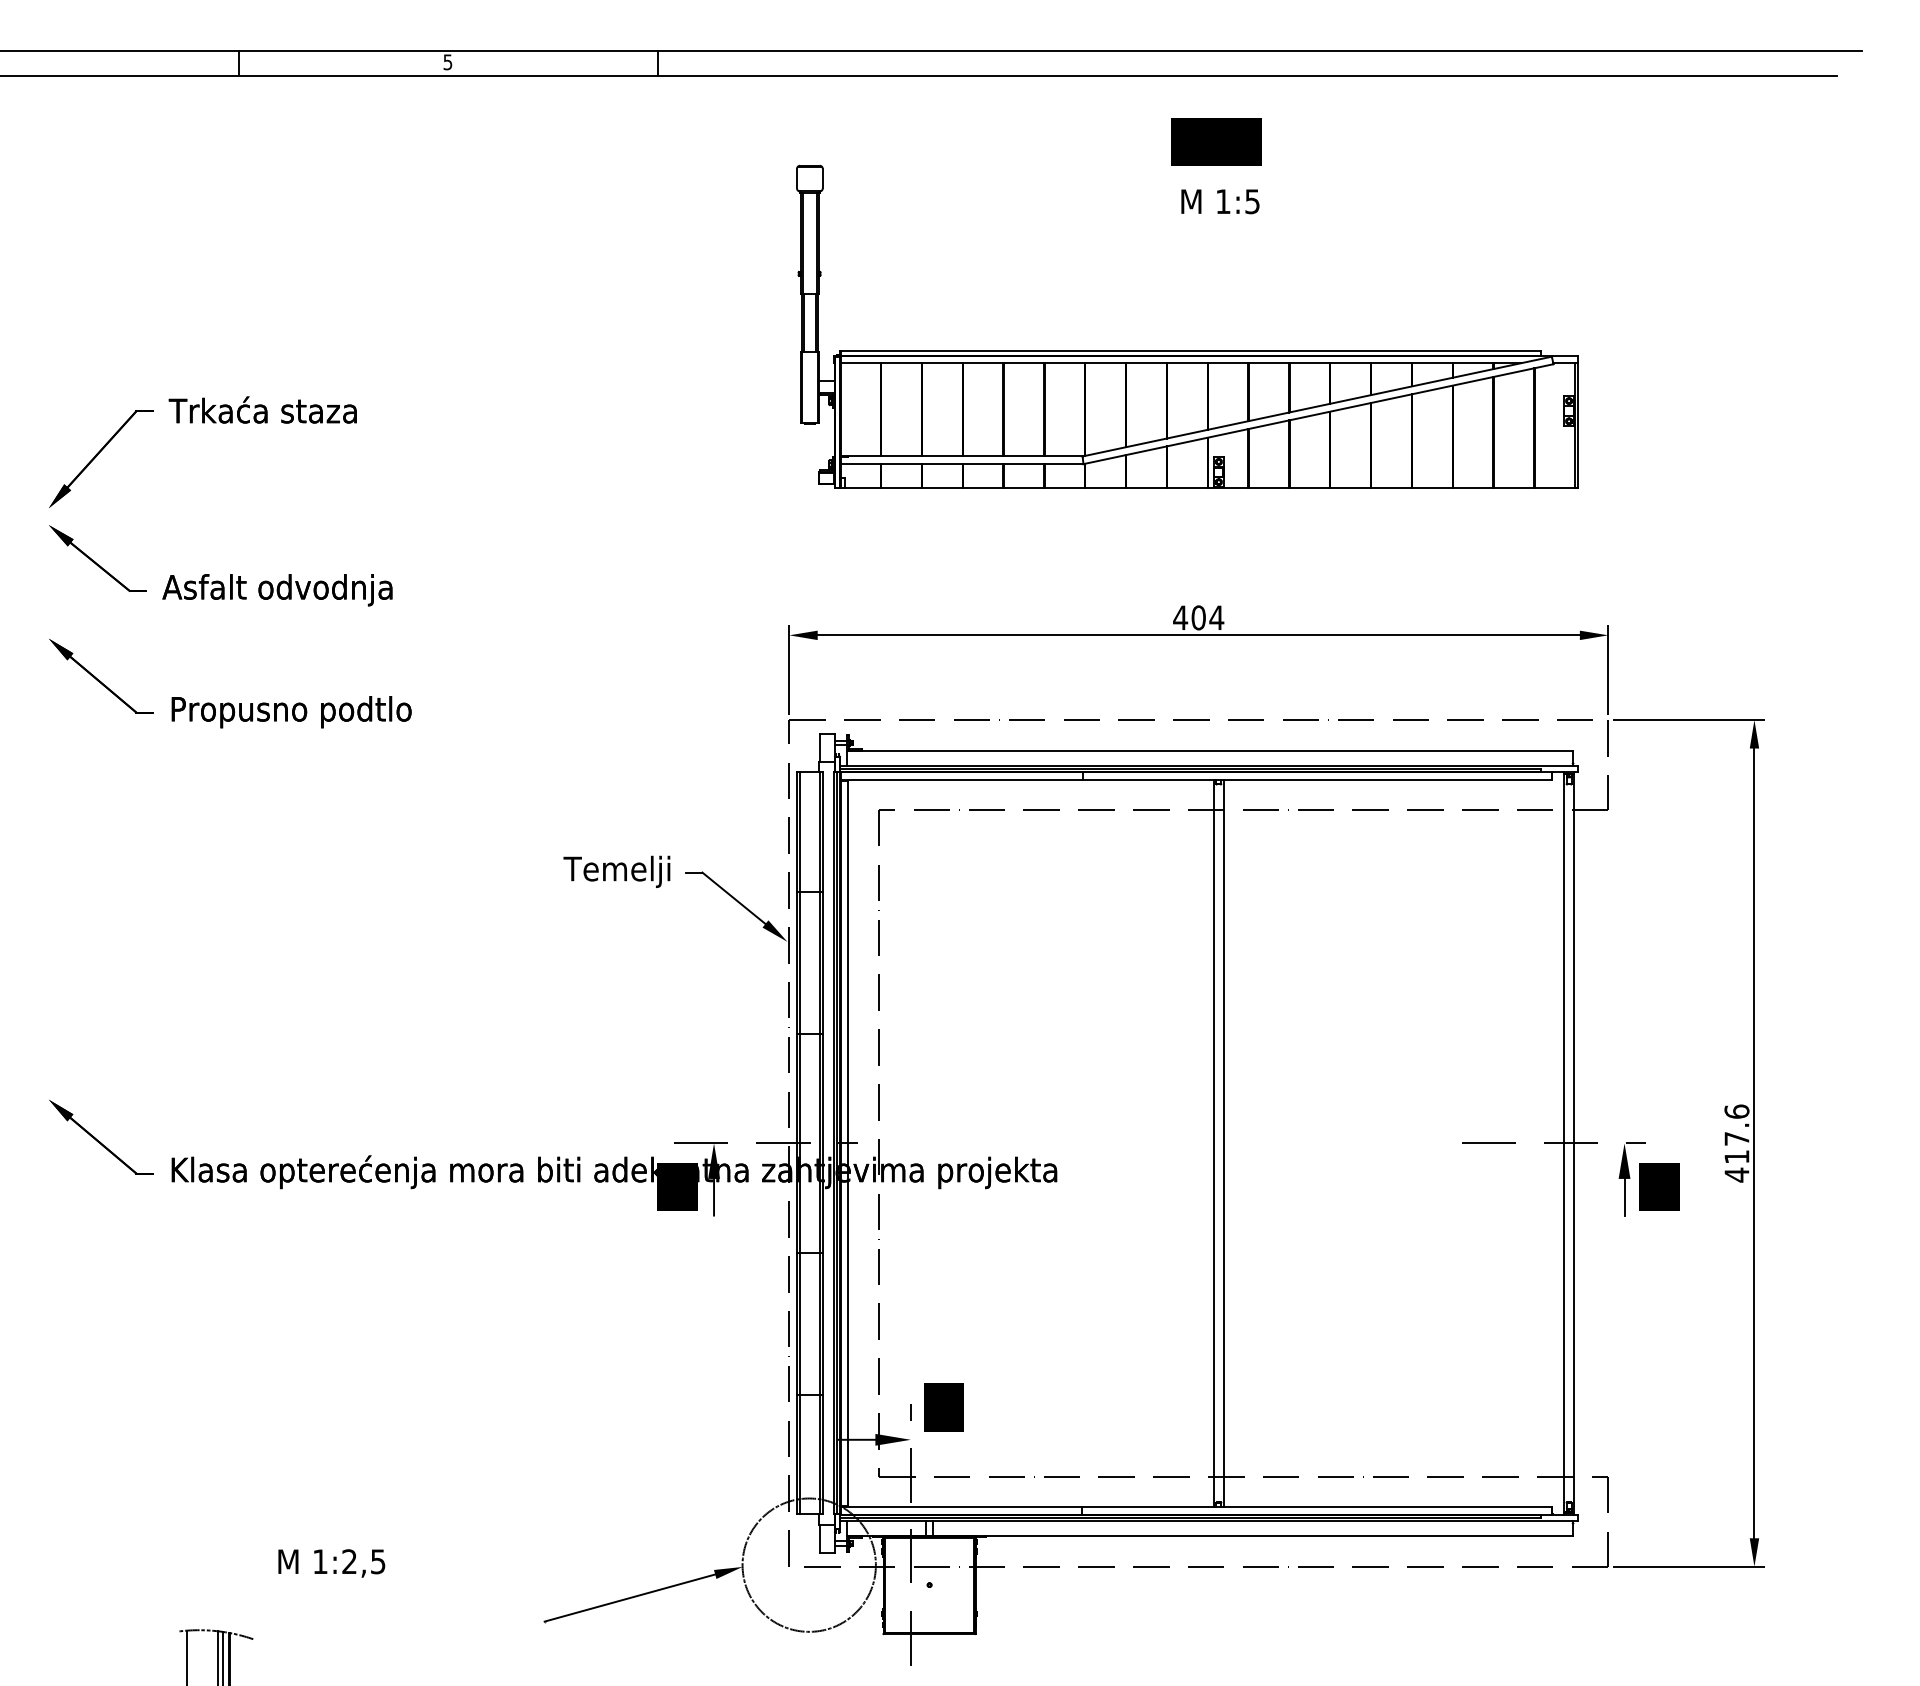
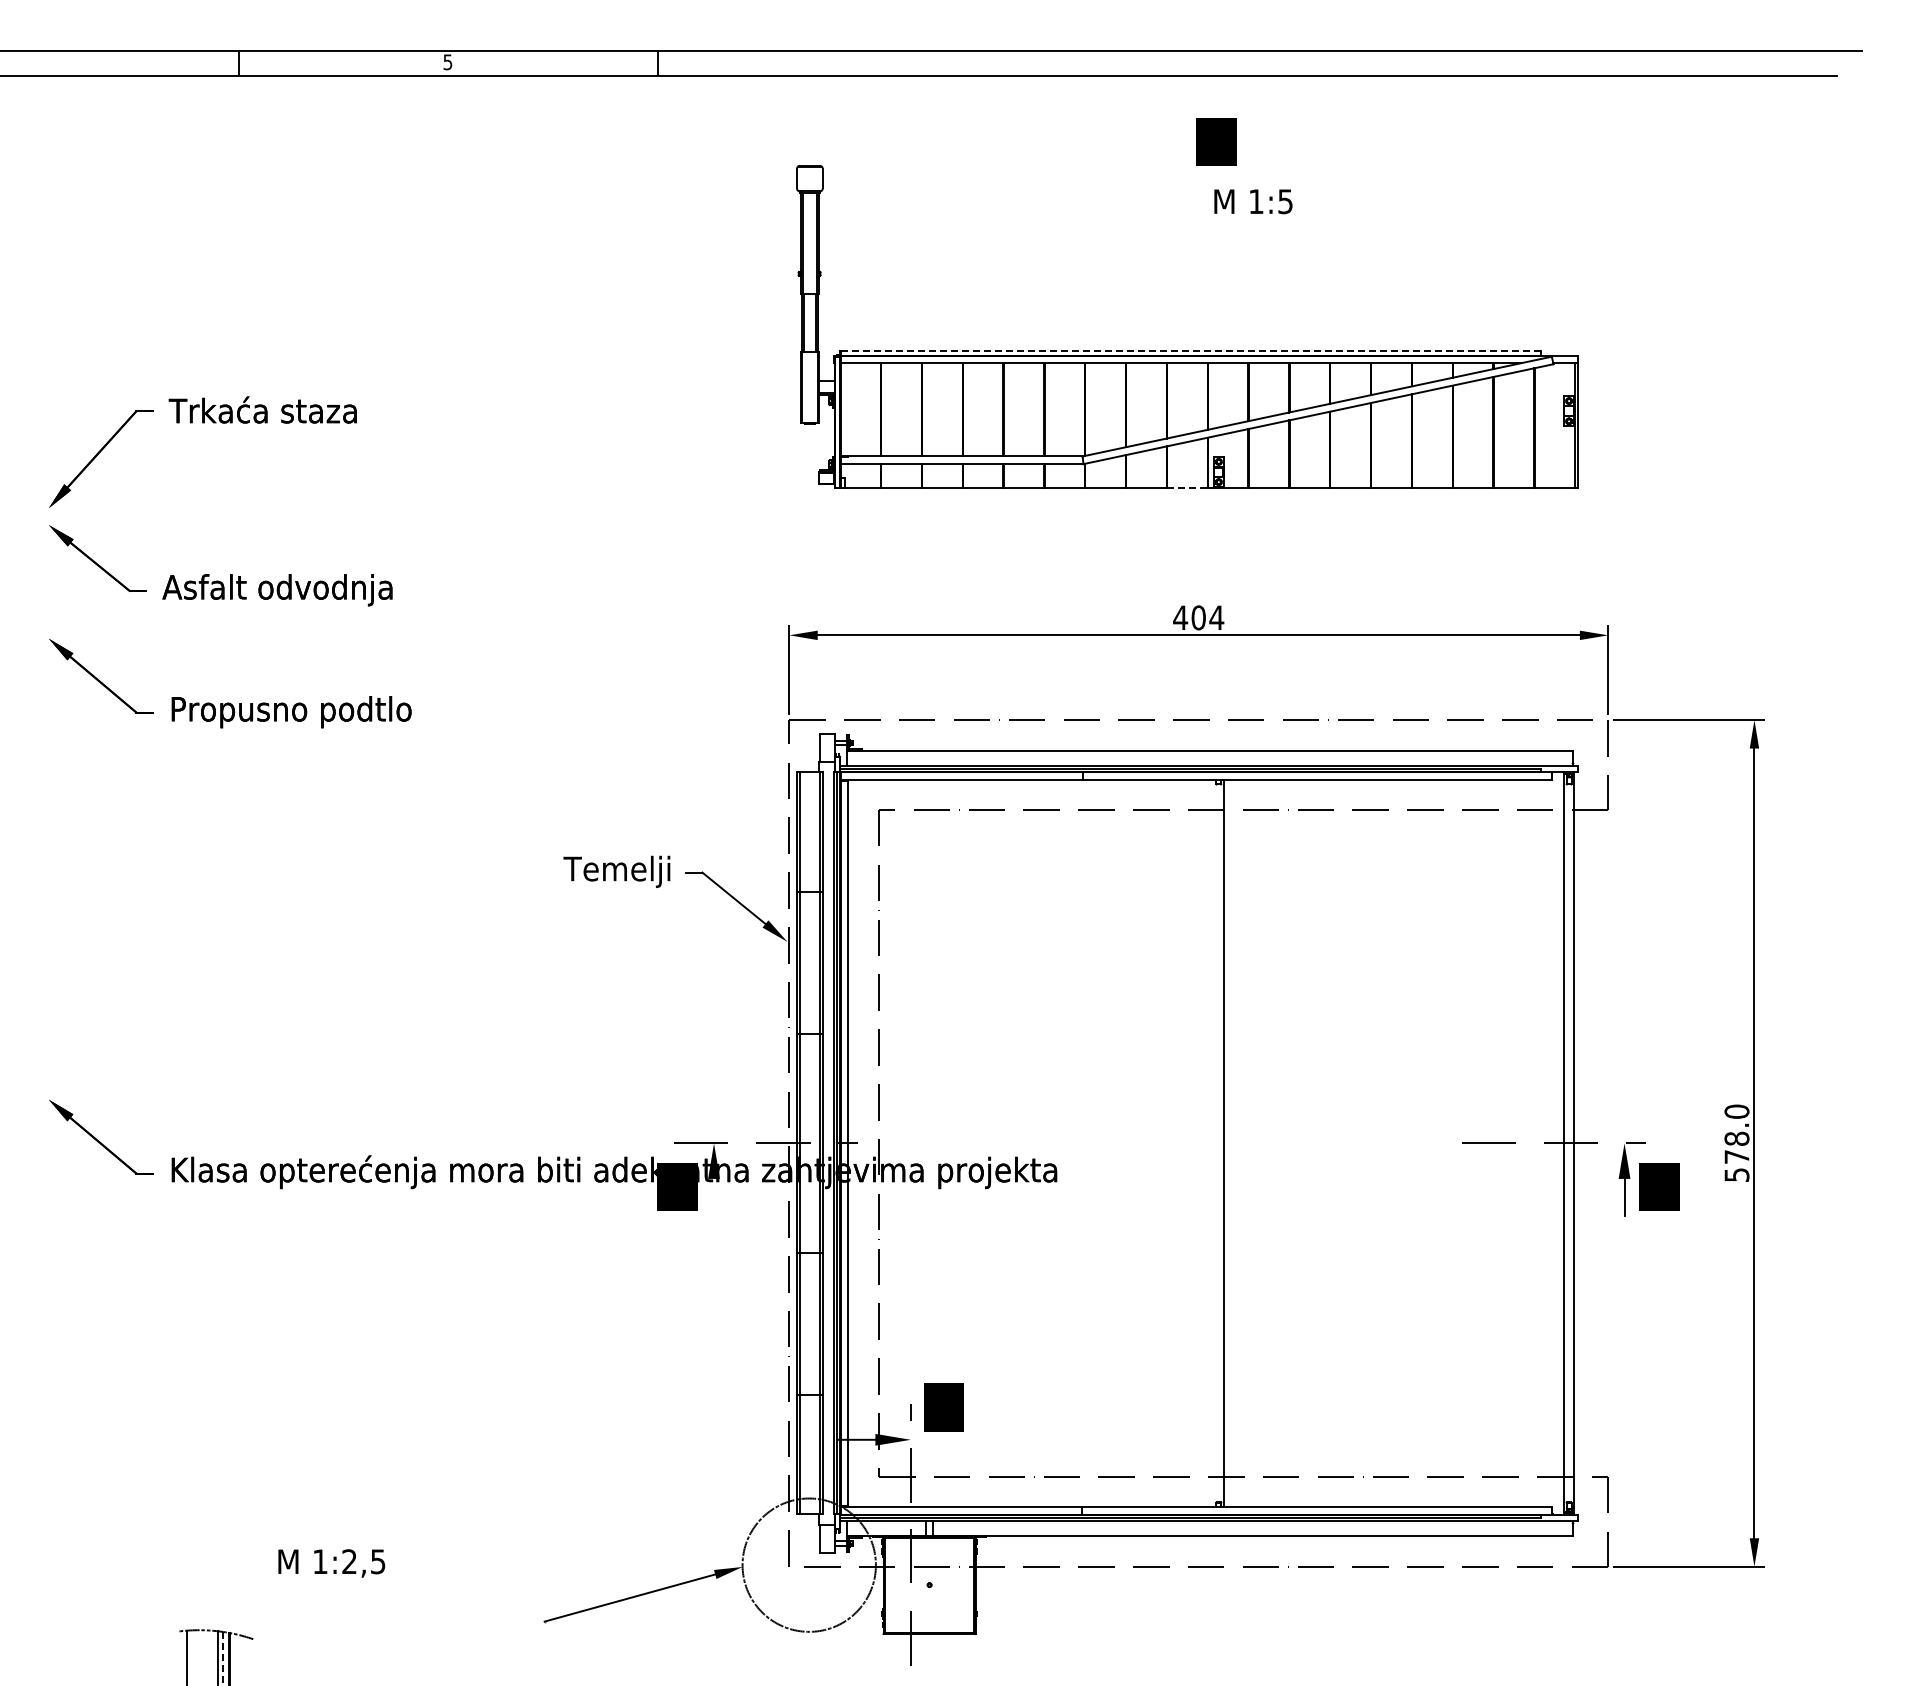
text at (1216, 141): B-B -> B
text at (1220, 201) position: (1220, 201) -> (1253, 201)
line at (1190, 351): solid -> dashed
line at (1187, 488): solid -> dashed
line at (1213, 1143): present -> none
text at (1736, 1143): 417.6 -> 578.0
line at (714, 1196): present -> none
line at (223, 1658): solid -> dashed
